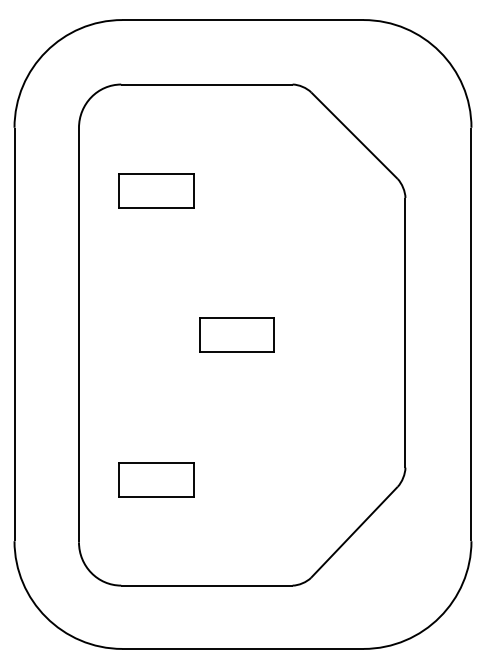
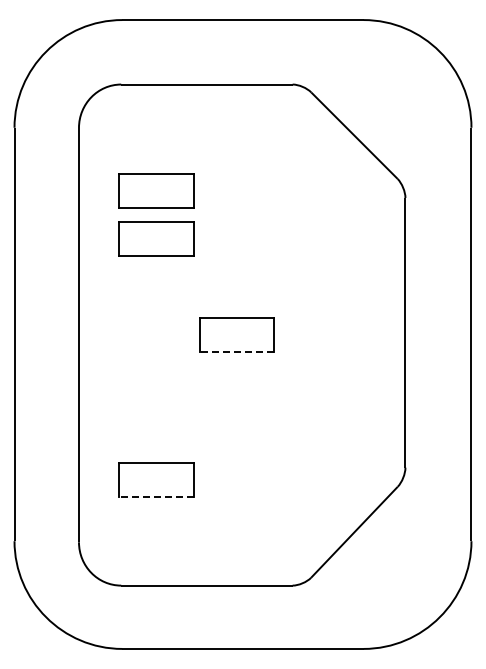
part at (156, 238): none -> present
line at (236, 352): solid -> dashed
line at (155, 496): solid -> dashed
